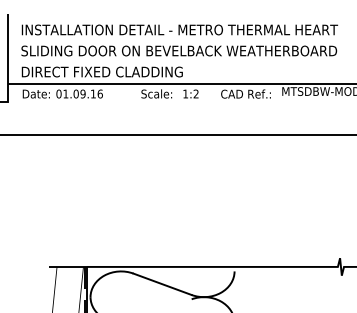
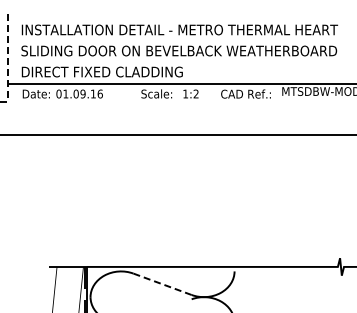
line at (7, 61): solid -> dashed
line at (163, 284): solid -> dashed
